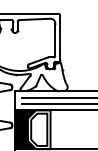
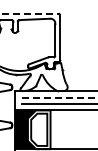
line at (29, 13): solid -> dashed
line at (59, 97): solid -> dashed
